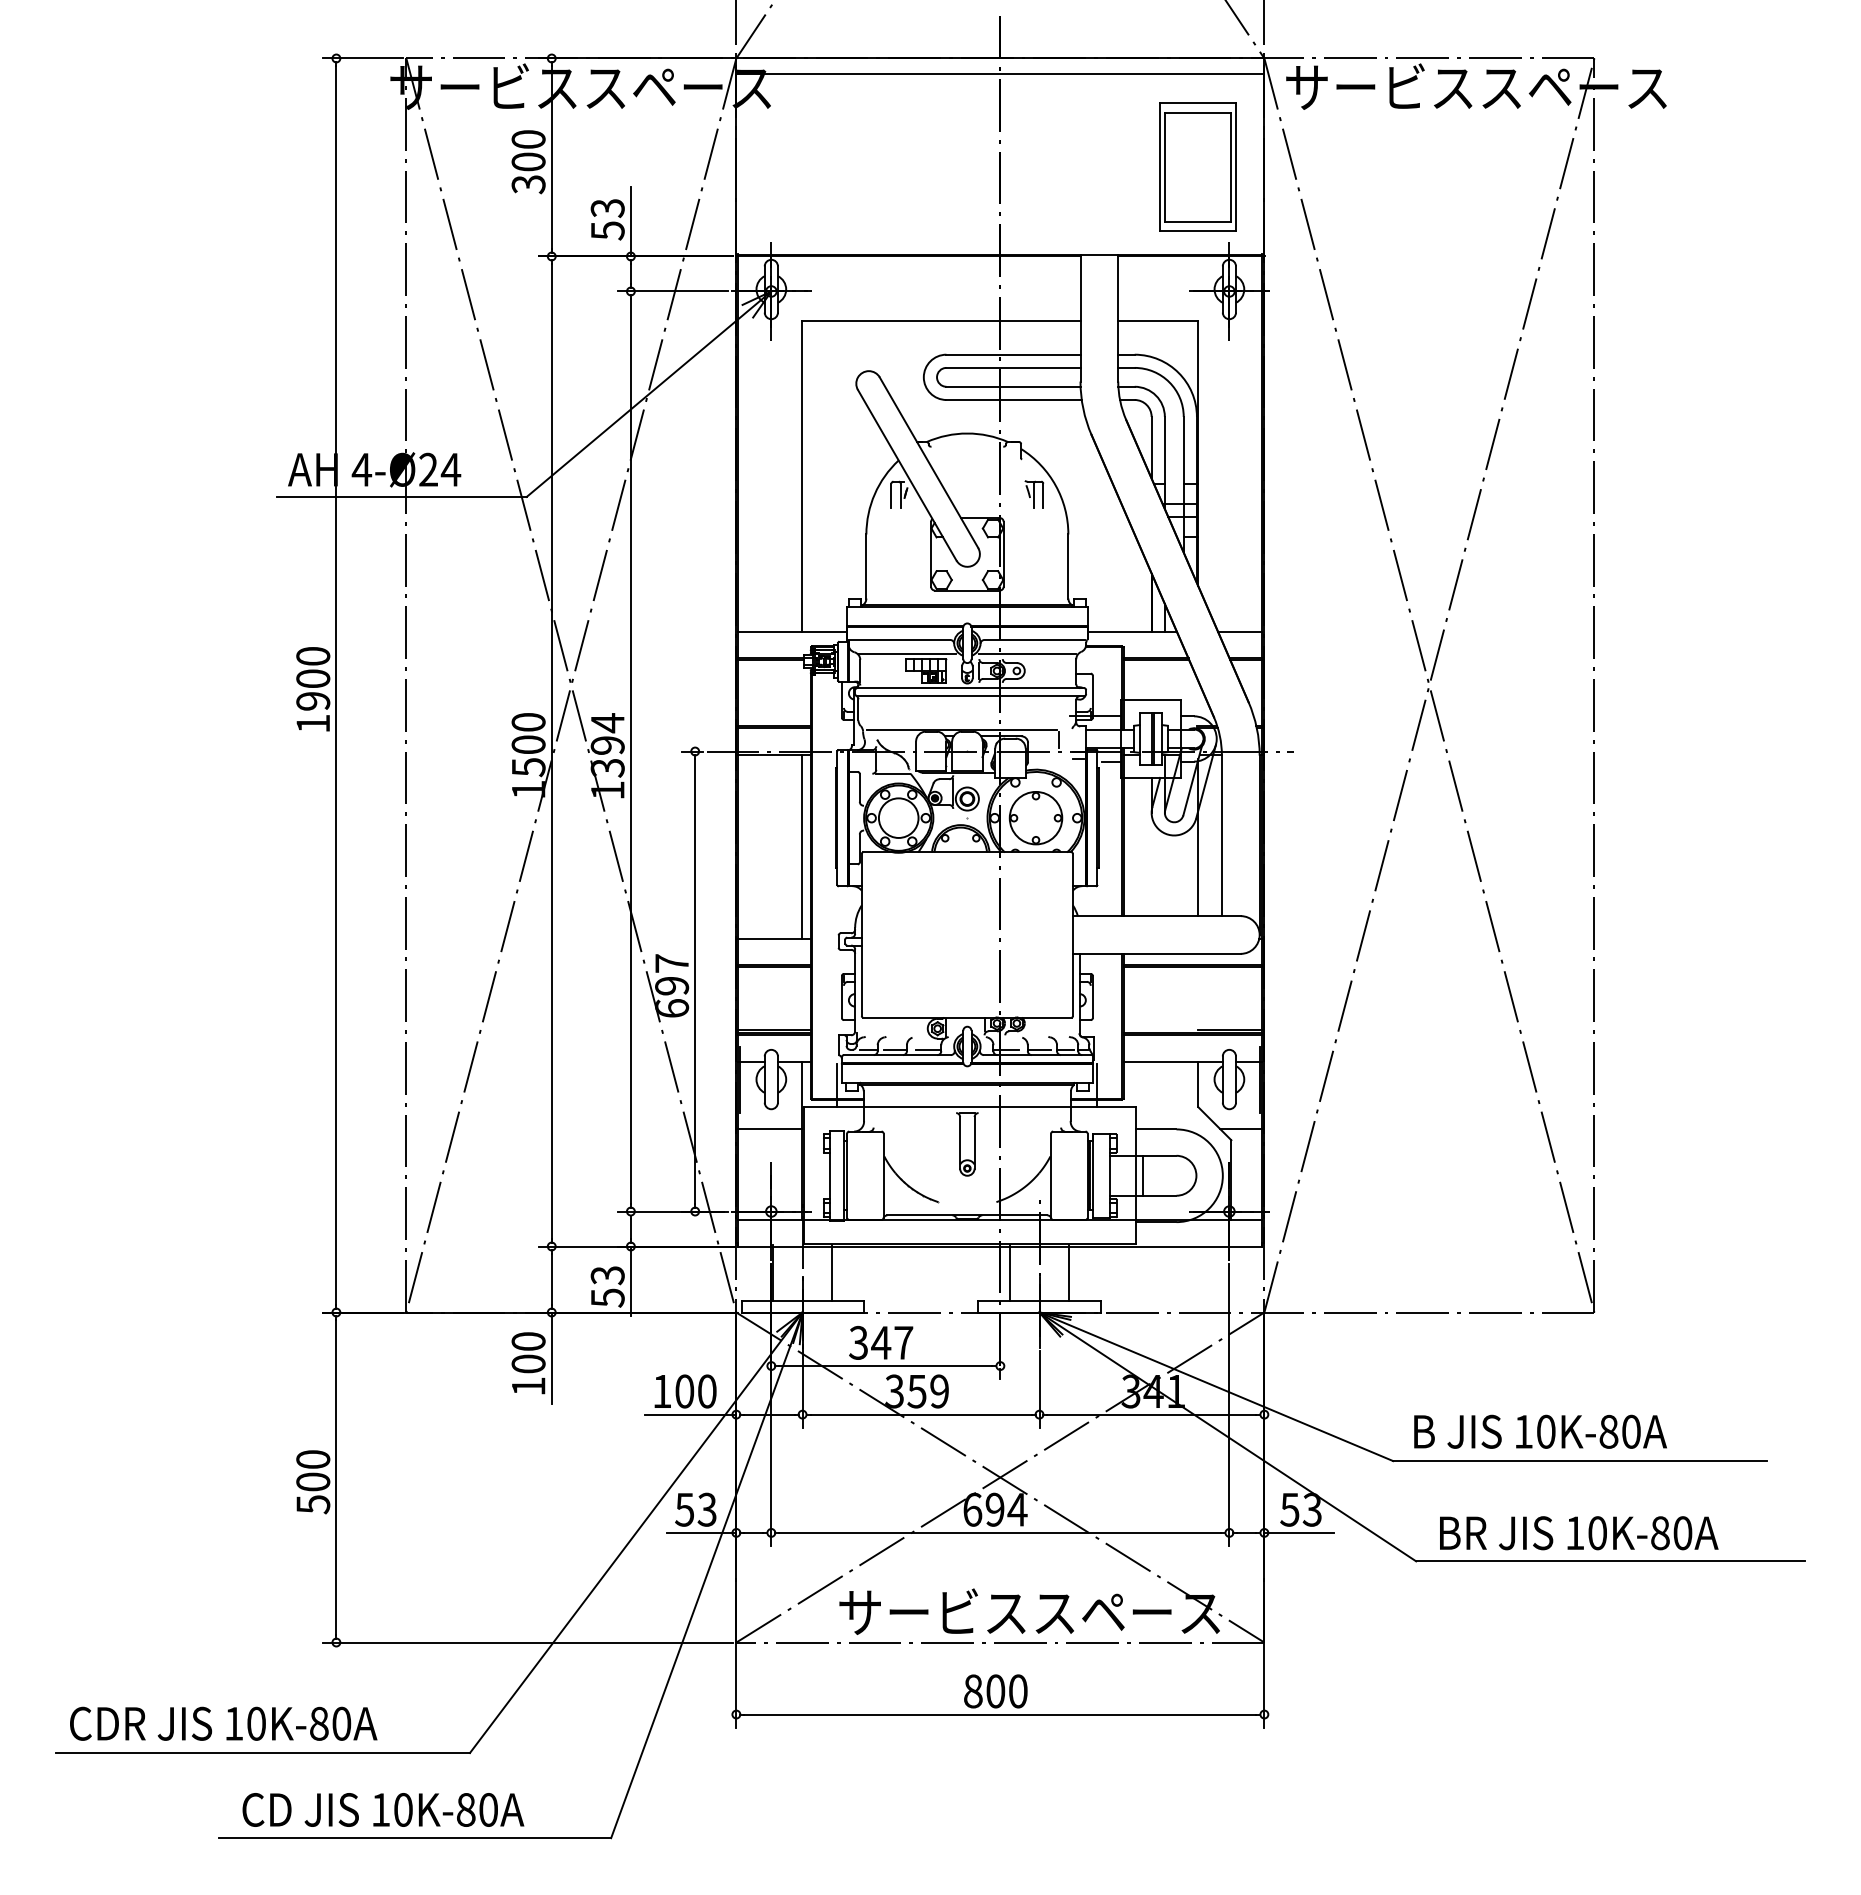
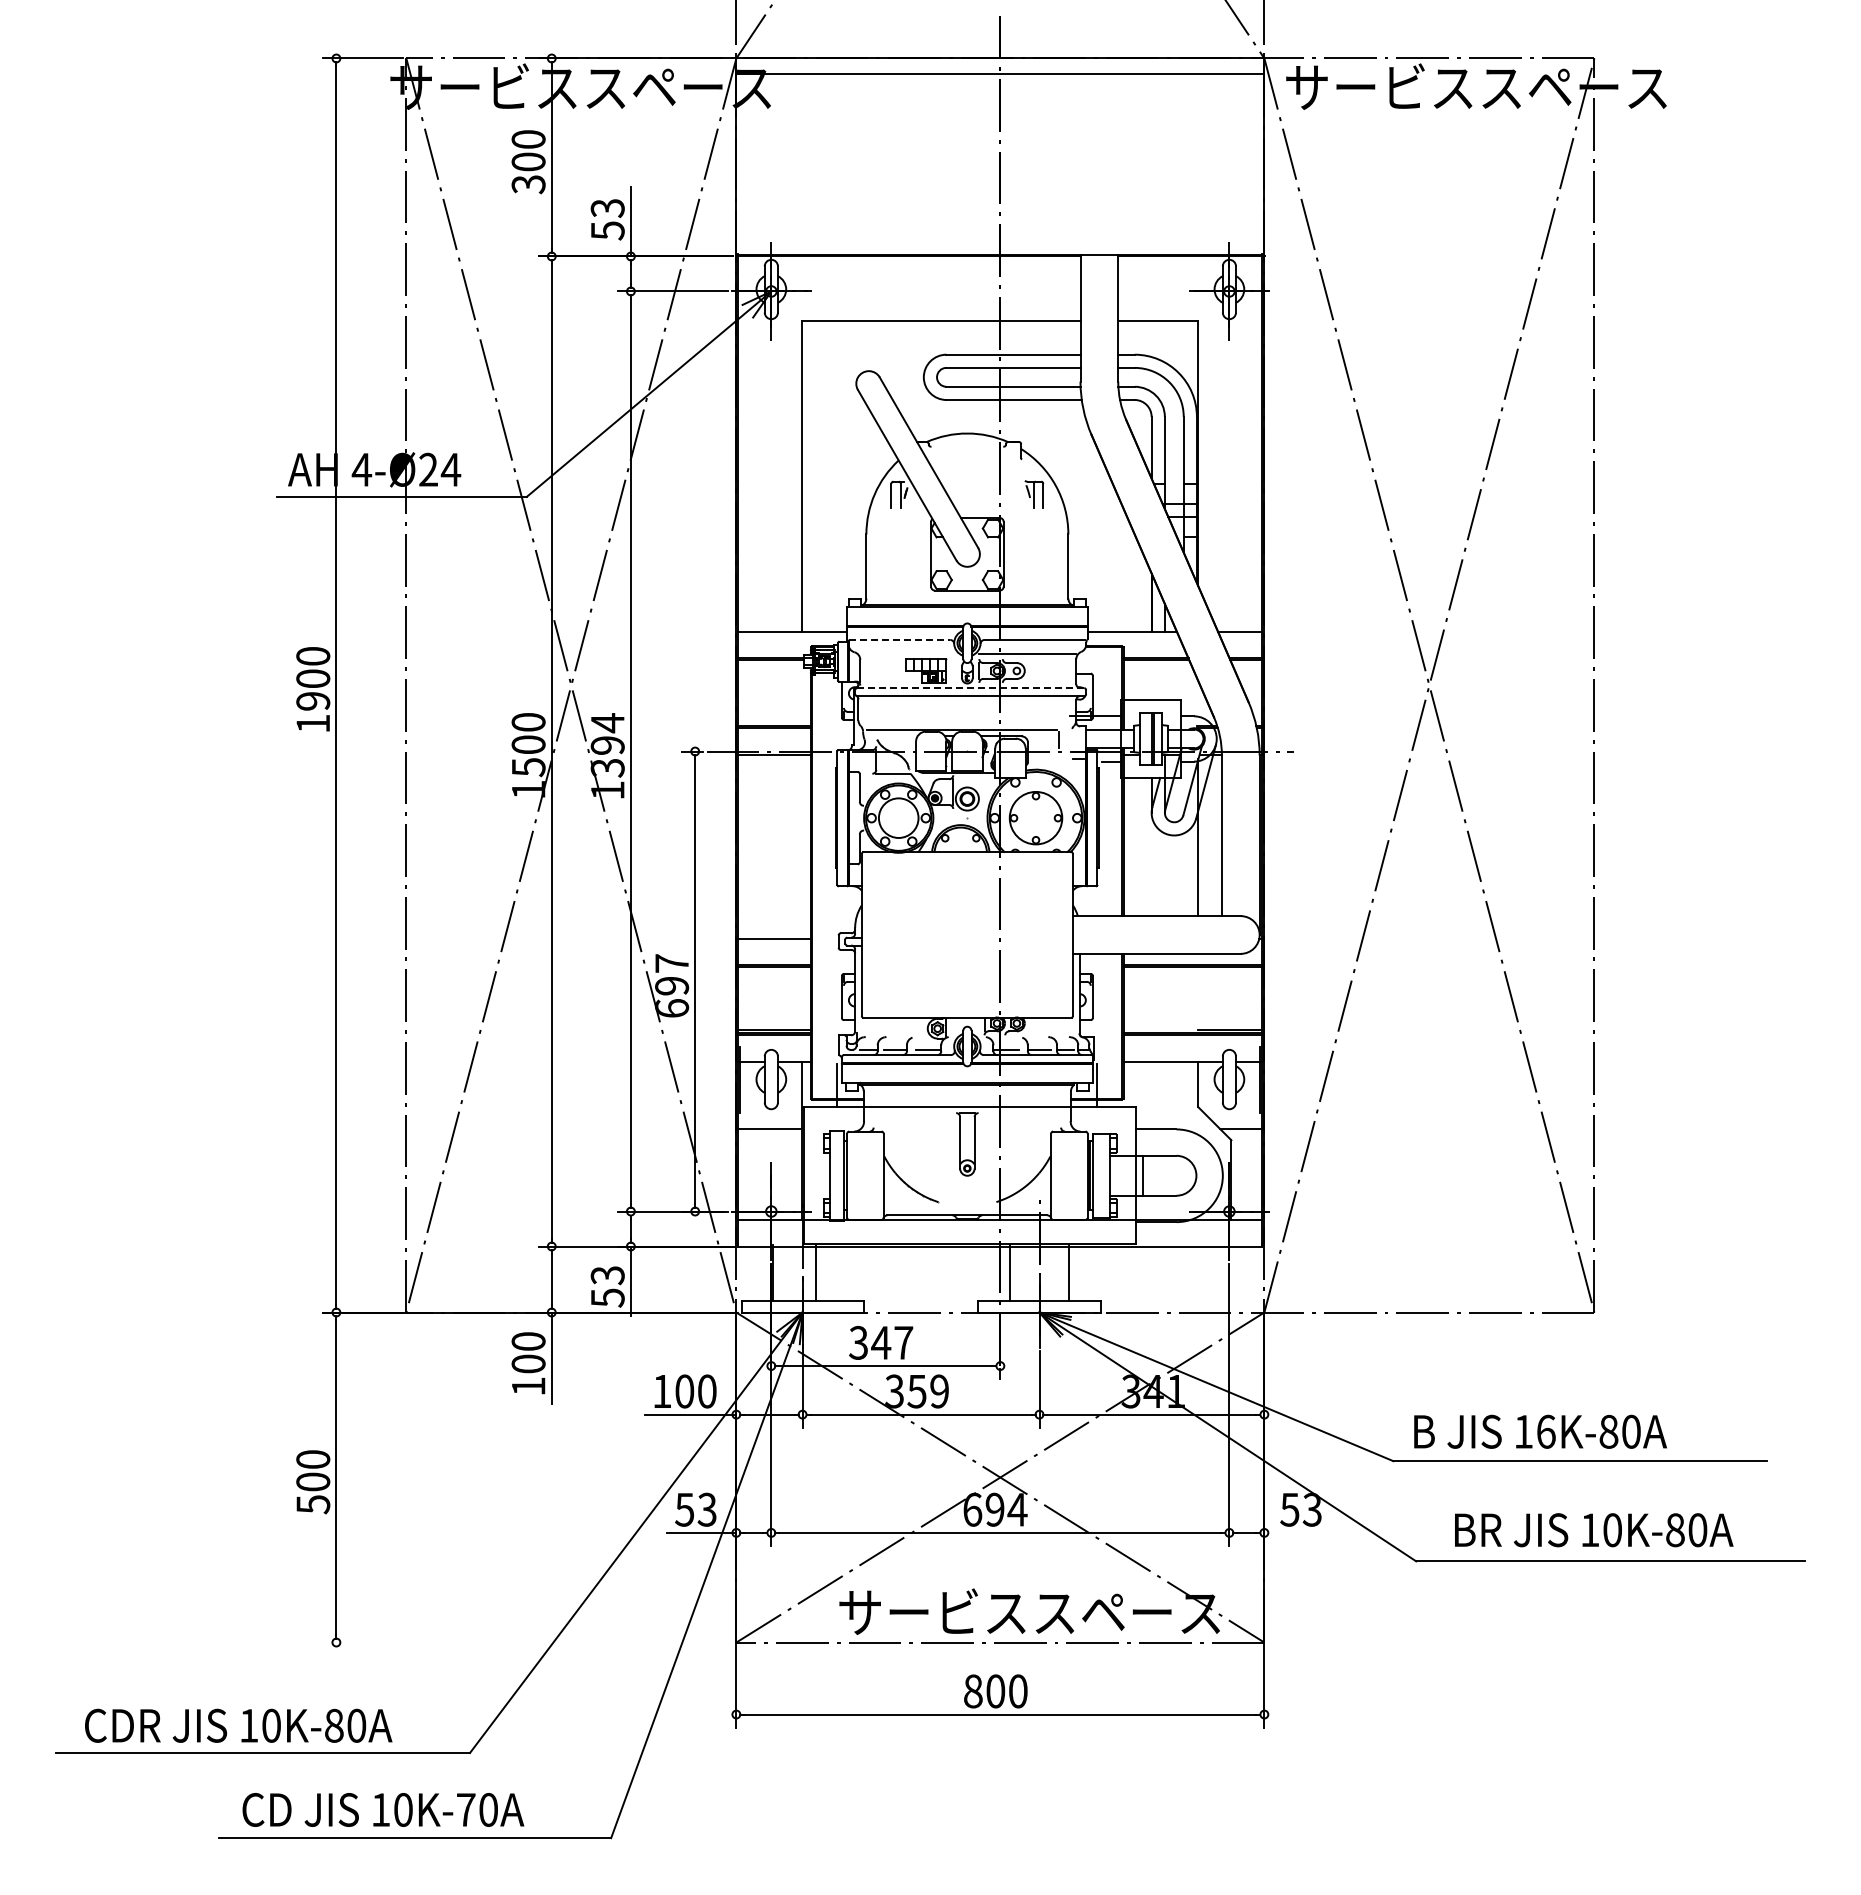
part at (1197, 166): present -> none
line at (900, 639): solid -> dashed
line at (907, 653): present -> none
line at (970, 688): solid -> dashed
line at (802, 846): present -> none
line at (831, 1272) position: (831, 1272) -> (815, 1272)
text at (1546, 1431): 10K-80A -> 16K-80A
line at (1298, 1532): present -> none
text at (1579, 1533) position: (1579, 1533) -> (1594, 1530)
line at (528, 1642): present -> none
text at (223, 1723) position: (223, 1723) -> (238, 1725)
text at (466, 1809): 10K-80A -> 10K-70A
